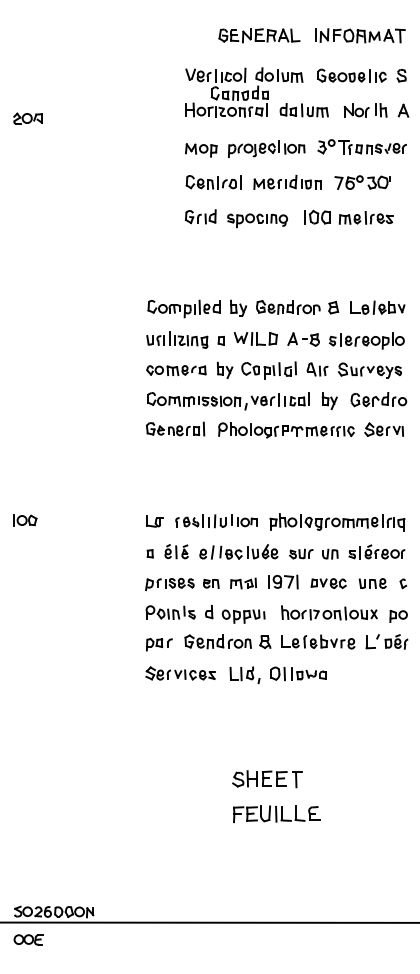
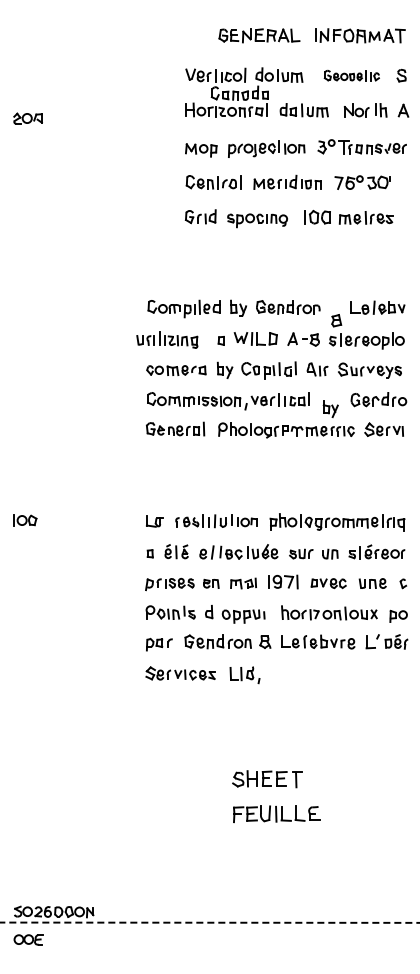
part at (351, 75) size: 70x15 px -> 57x13 px
part at (333, 307) position: (333, 307) -> (336, 320)
part at (177, 339) position: (177, 339) -> (167, 339)
part at (329, 400) position: (329, 400) -> (330, 408)
part at (298, 673): present -> none
line at (209, 922): solid -> dashed
